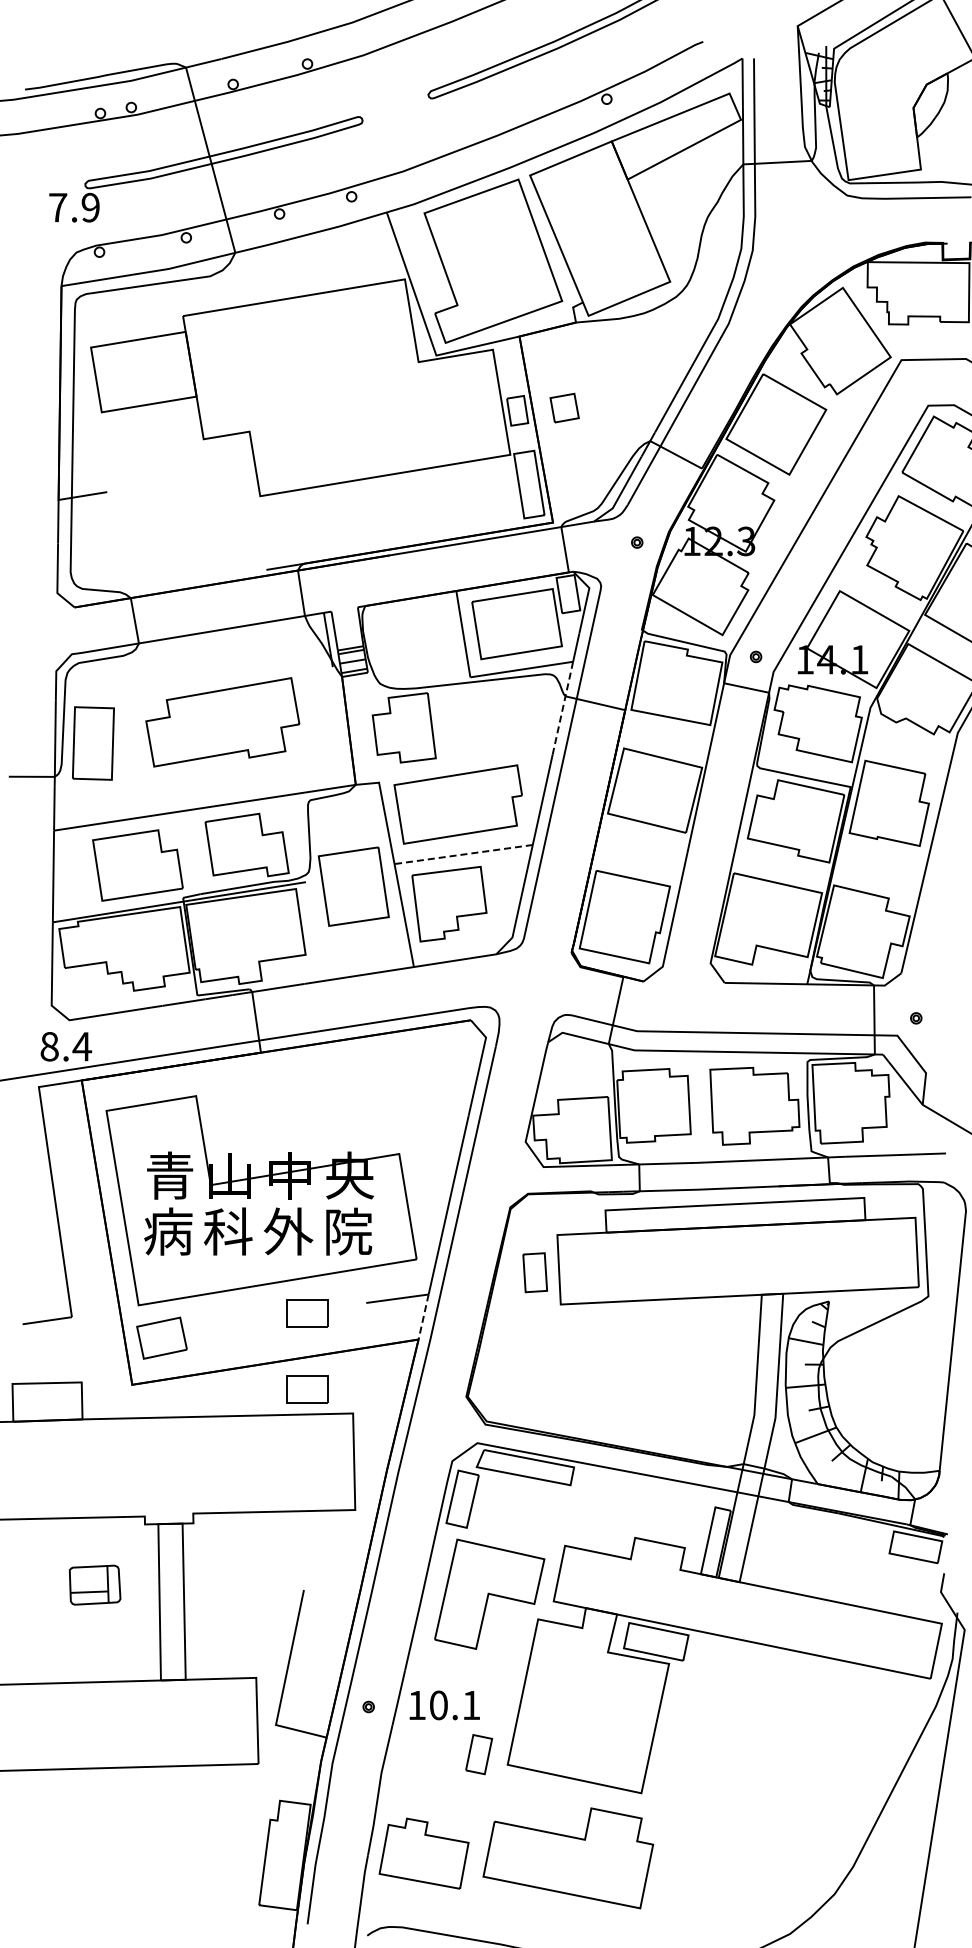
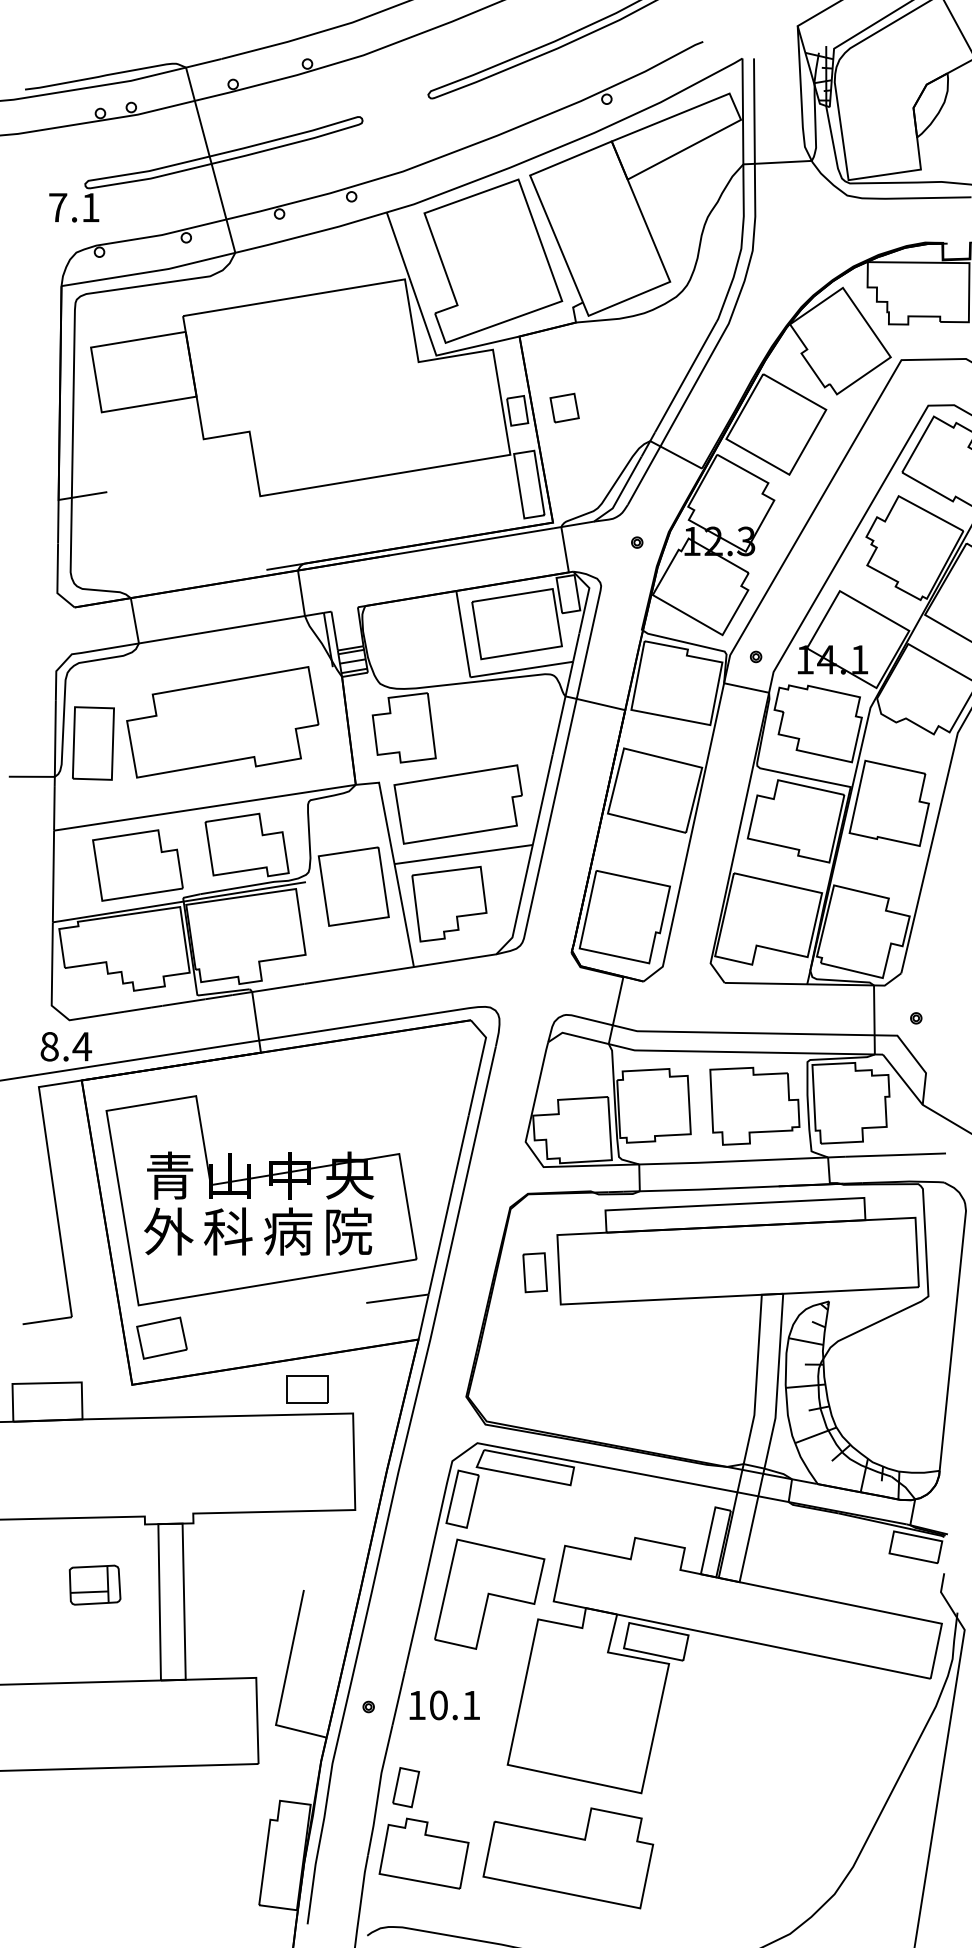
text at (90, 207): 7.9 -> 7.1
line at (563, 707): dashed -> solid
part at (222, 722) size: 156x91 px -> 194x113 px
line at (463, 854): dashed -> solid
text at (168, 1231): 病 -> 外
text at (288, 1231): 外 -> 病
part at (307, 1313): present -> none
line at (423, 1317): dashed -> solid
part at (479, 1754) position: (479, 1754) -> (406, 1787)
